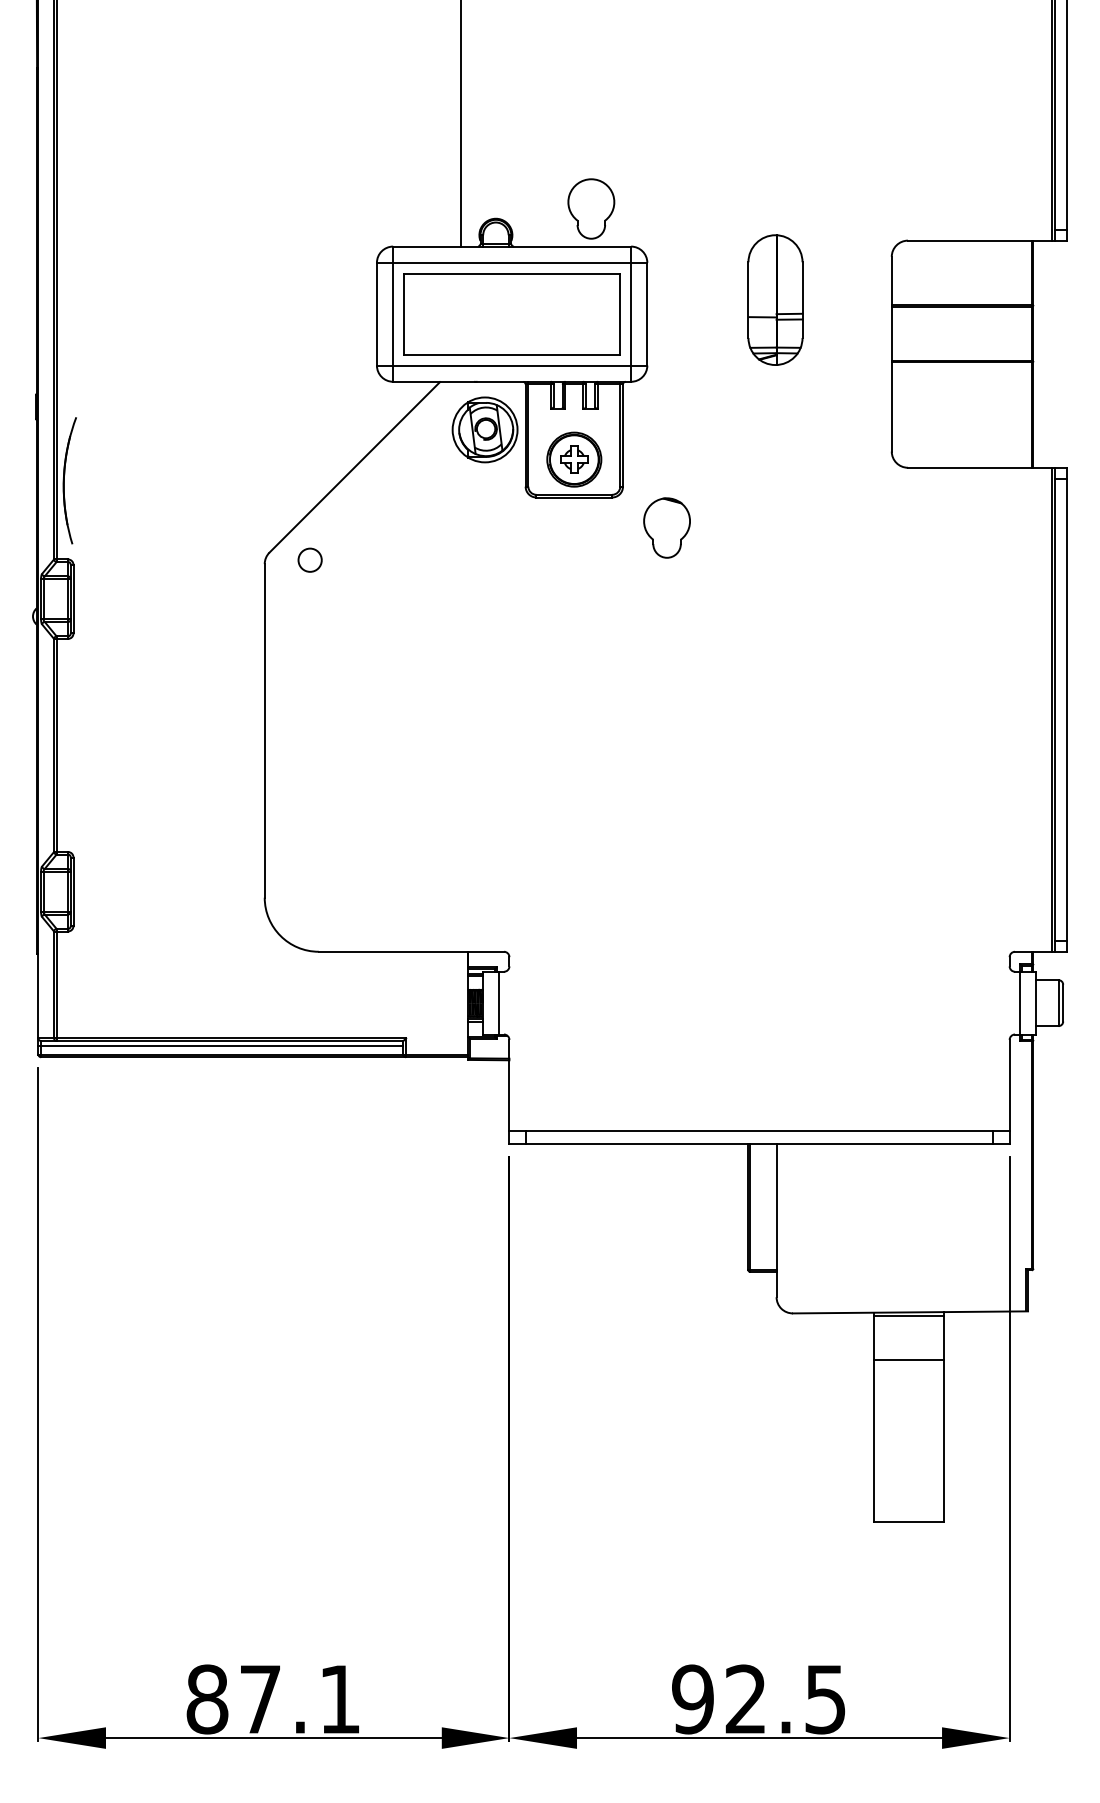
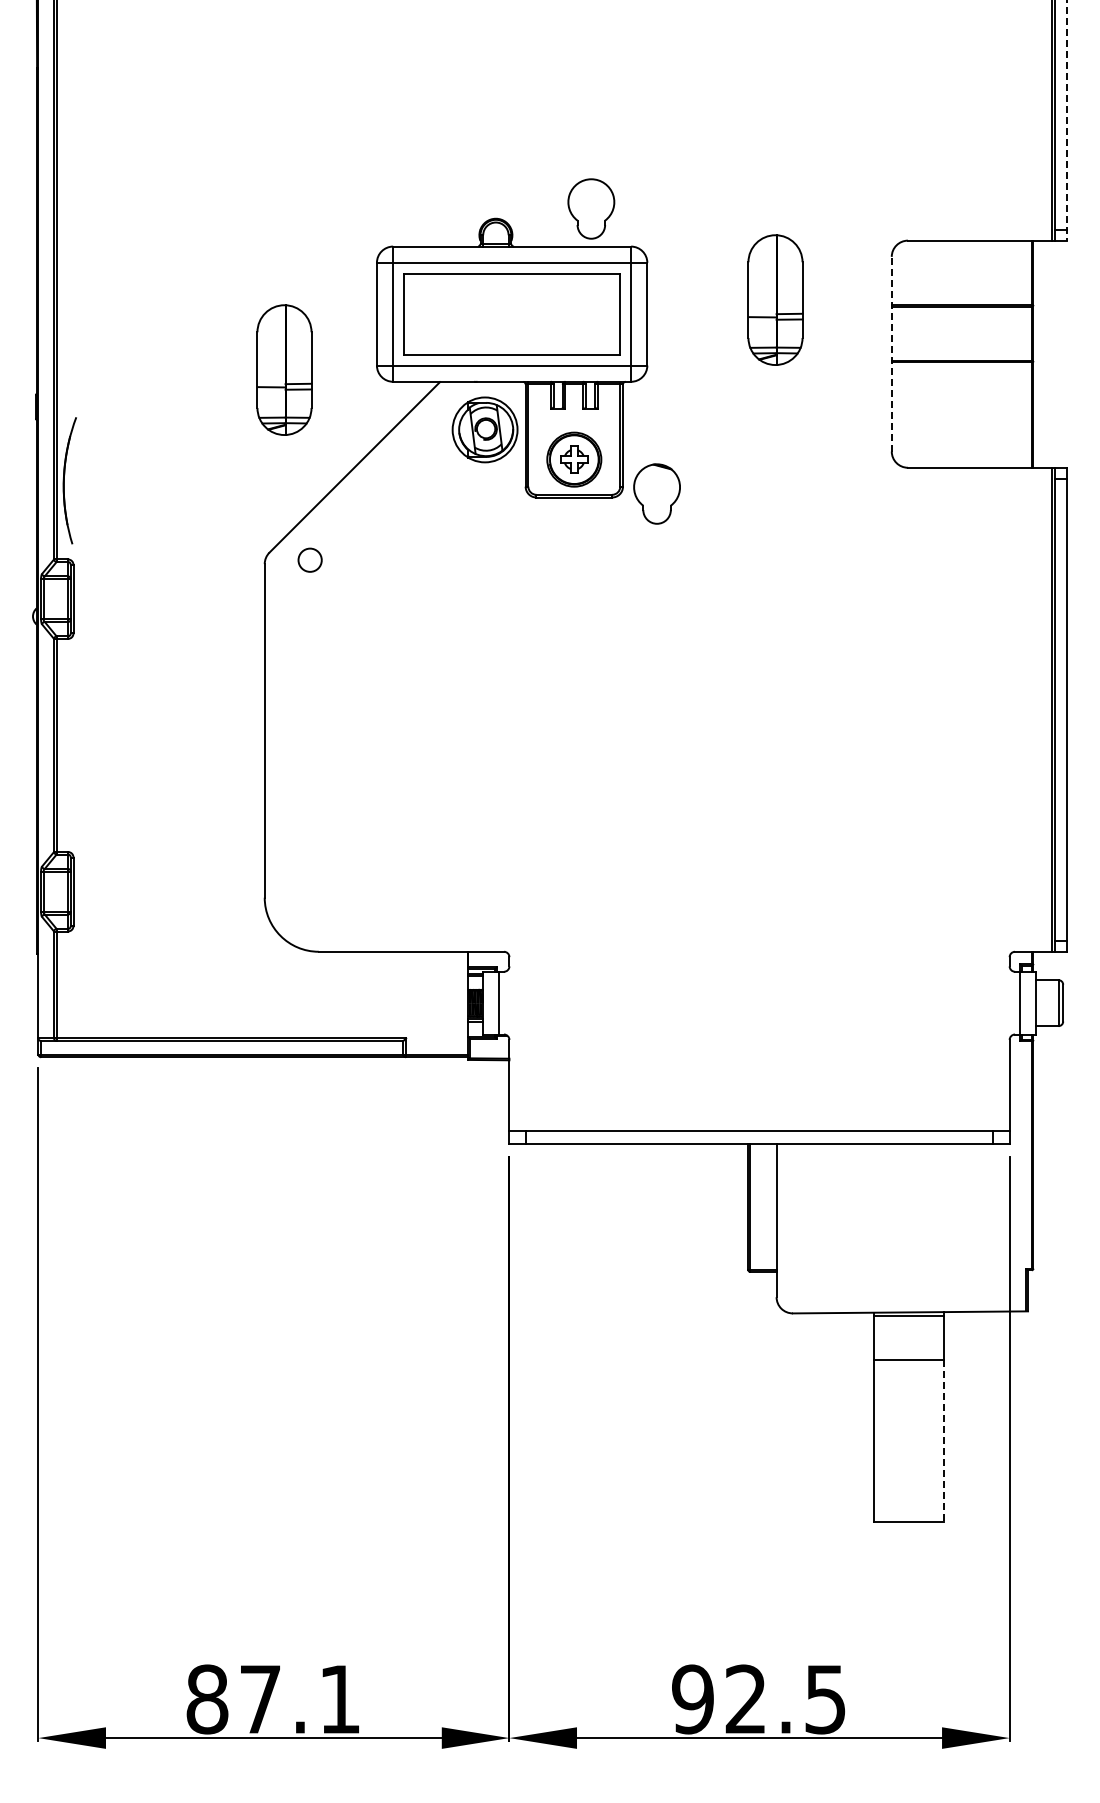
line at (1066, 120): solid -> dashed
line at (460, 124): present -> none
line at (891, 353): solid -> dashed
part at (284, 369): none -> present
part at (666, 527) position: (666, 527) -> (656, 493)
line at (220, 1046): present -> none
line at (944, 1441): solid -> dashed
